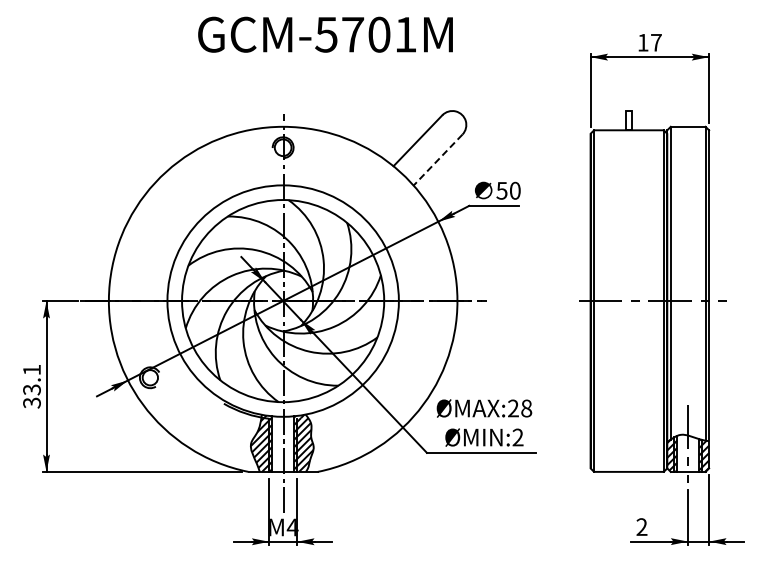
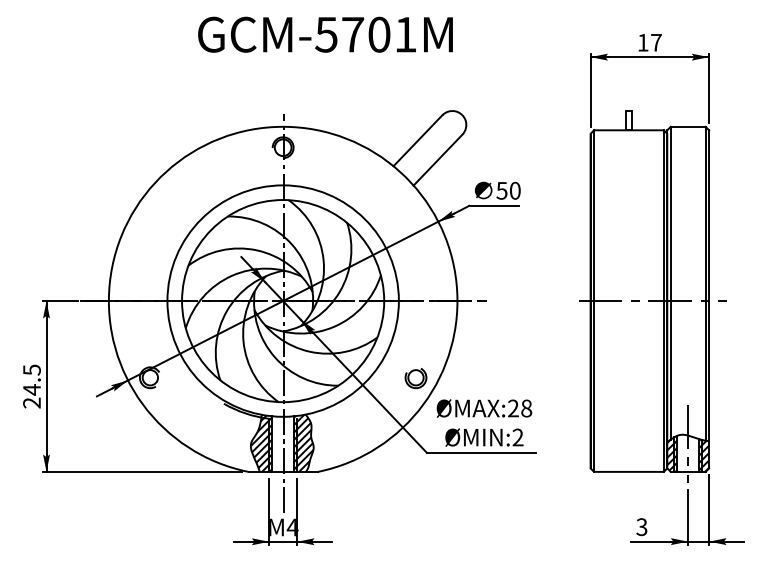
line at (437, 160): dashed -> solid
part at (415, 378): none -> present
text at (31, 386): 33.1 -> 24.5
text at (641, 527): 2 -> 3
